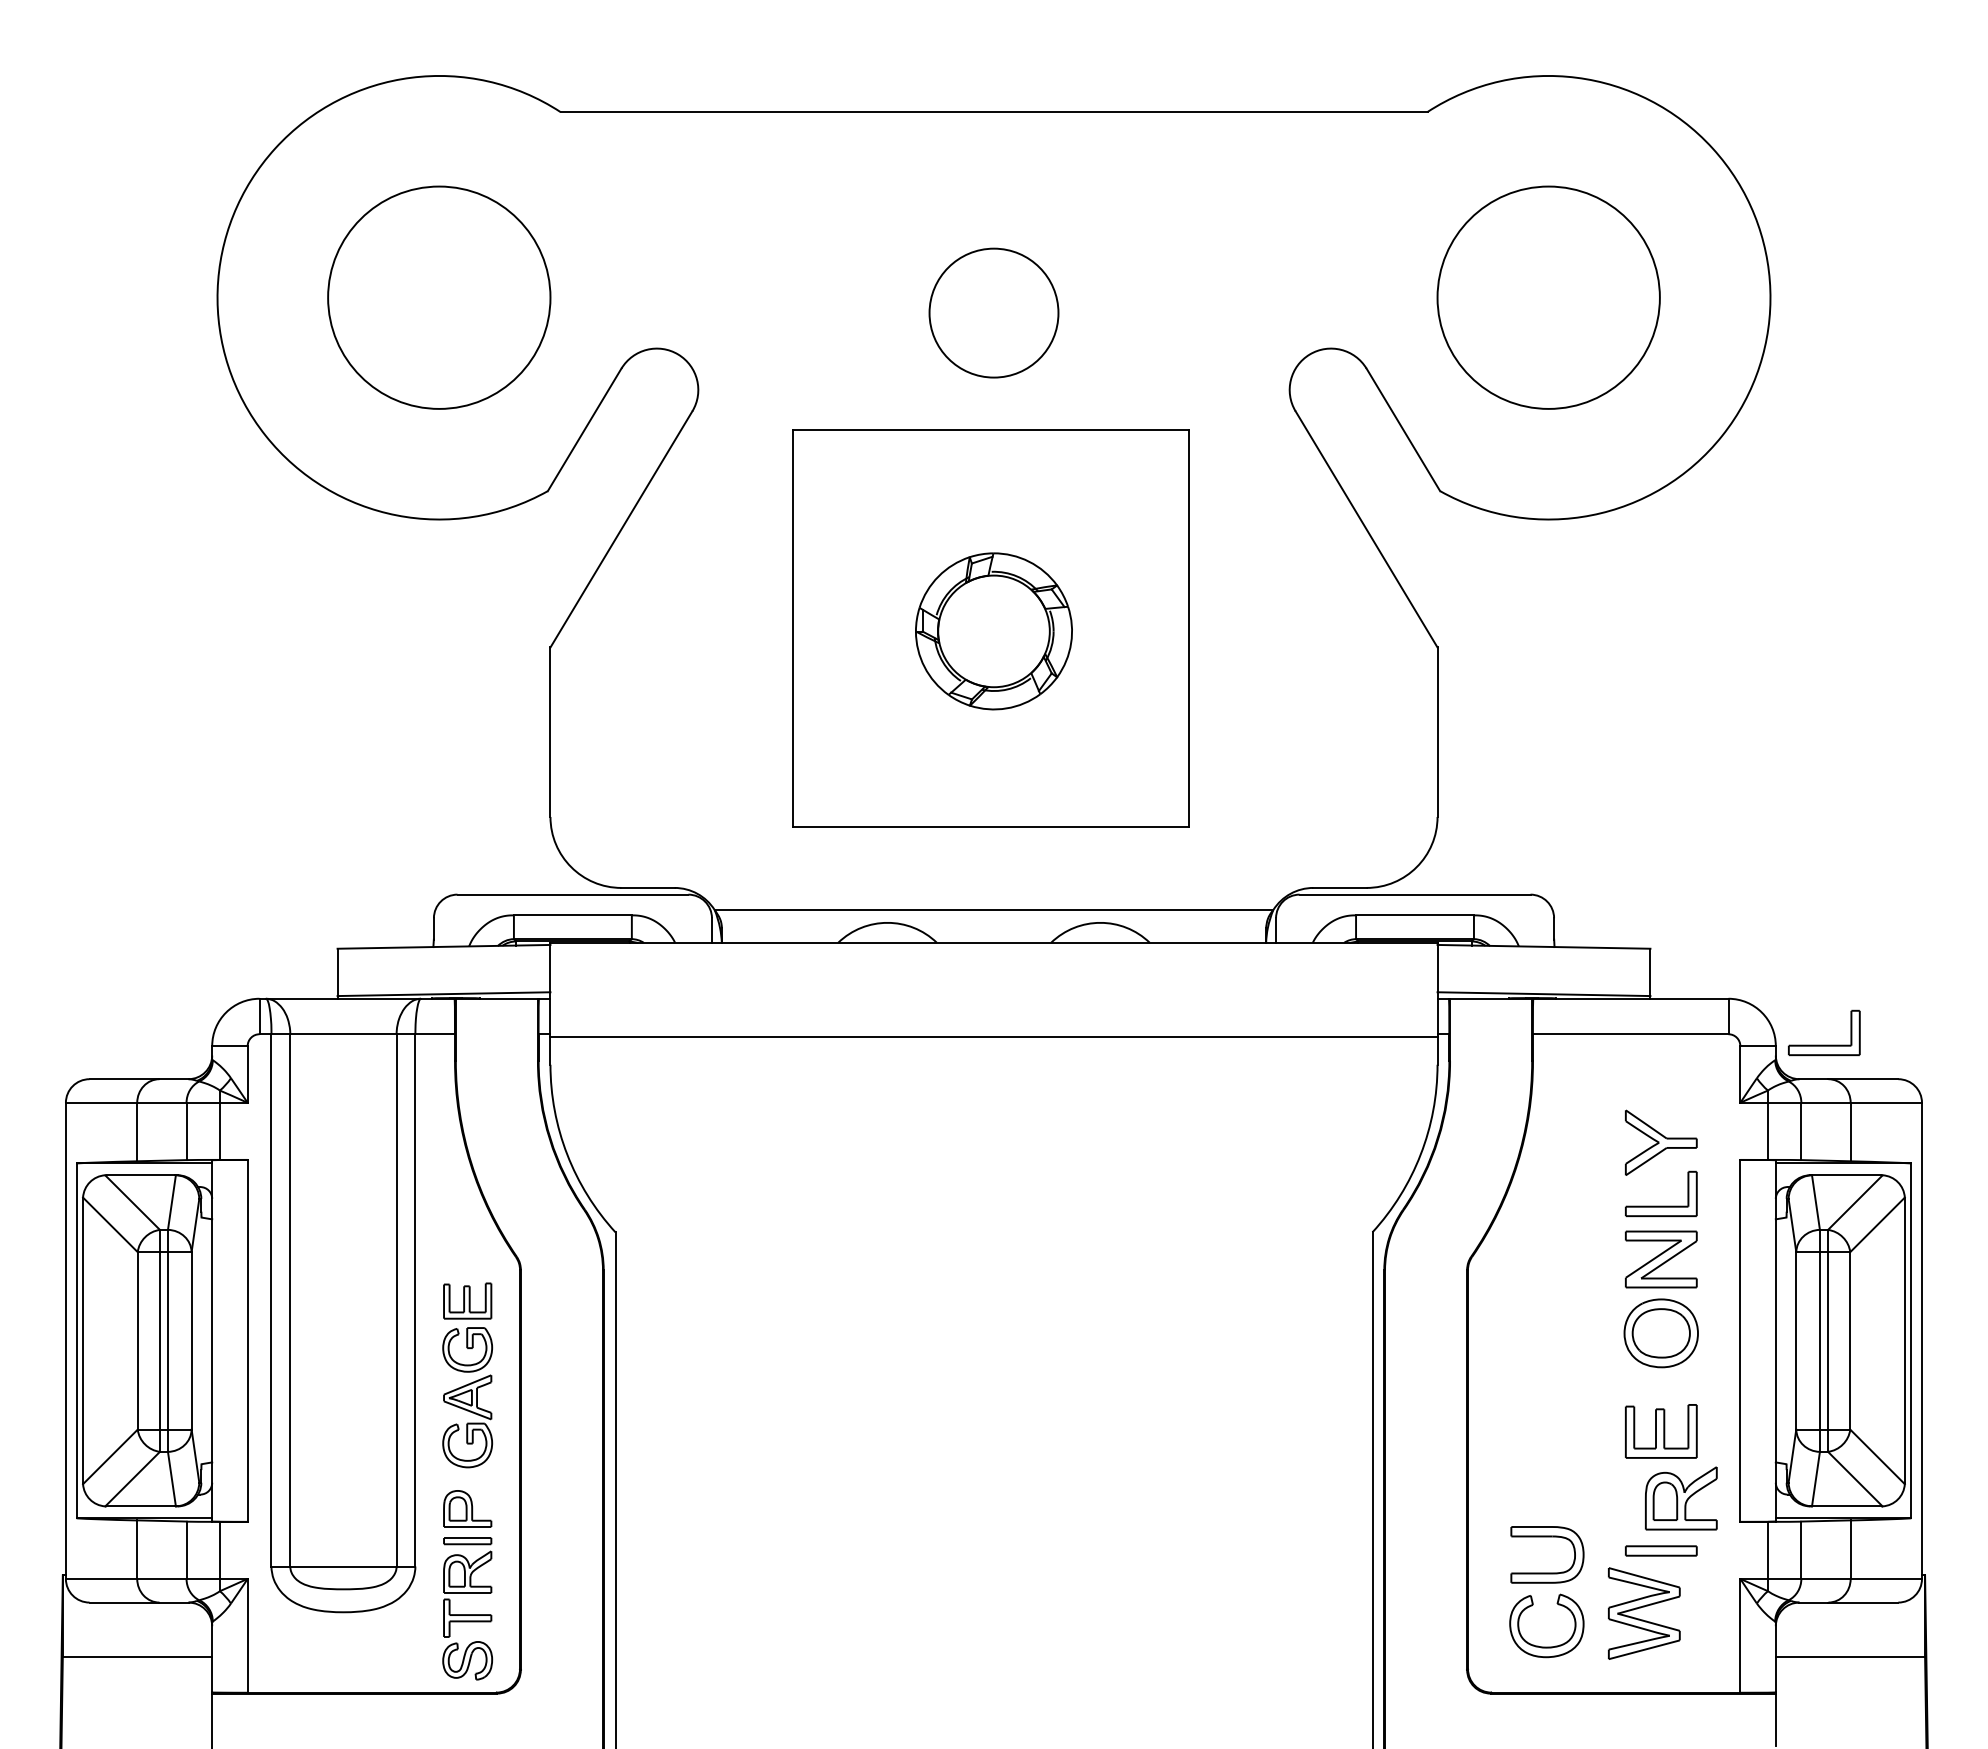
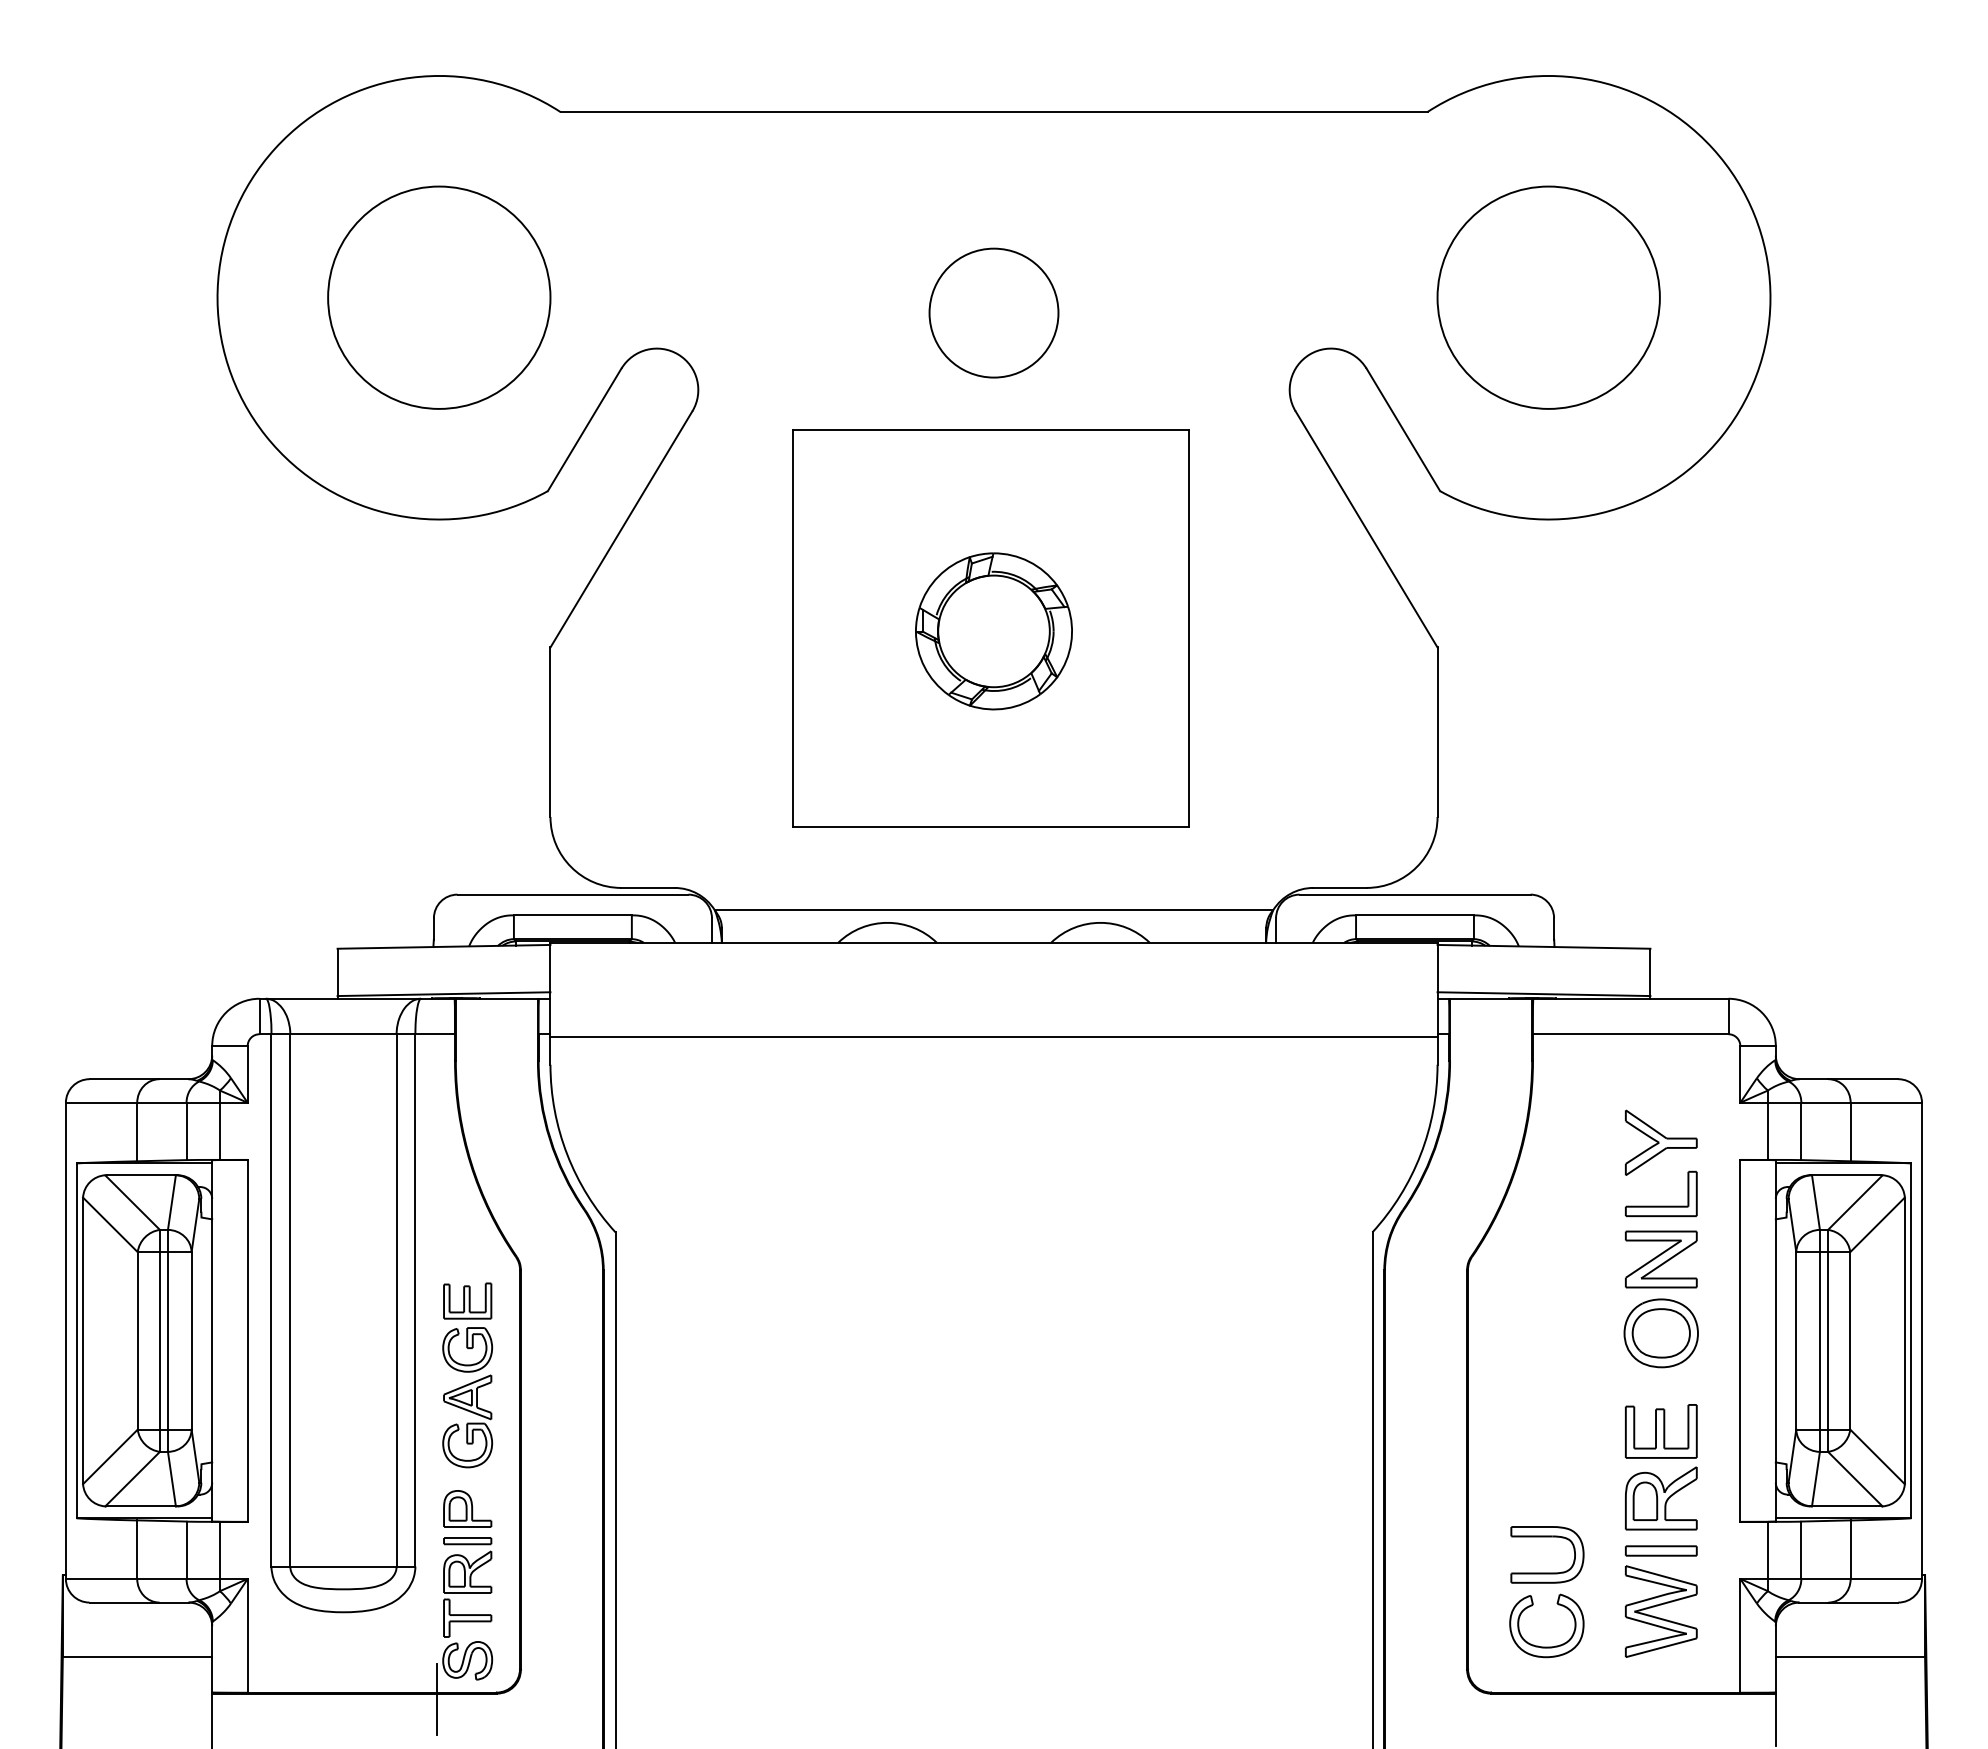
part at (1824, 1044): present -> none
part at (1681, 1498) position: (1681, 1498) -> (1661, 1498)
part at (1644, 1613) position: (1644, 1613) -> (1661, 1611)
line at (437, 1698): none -> present
